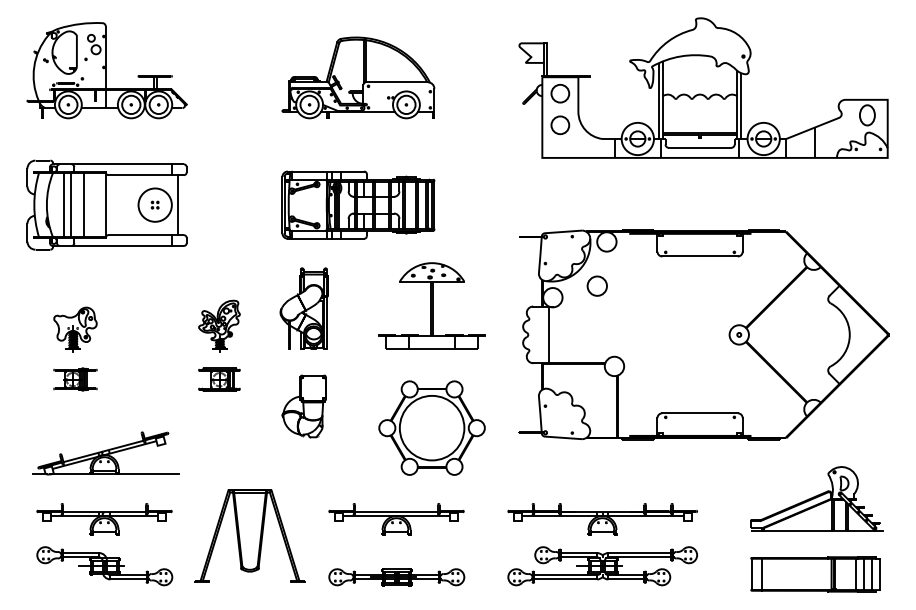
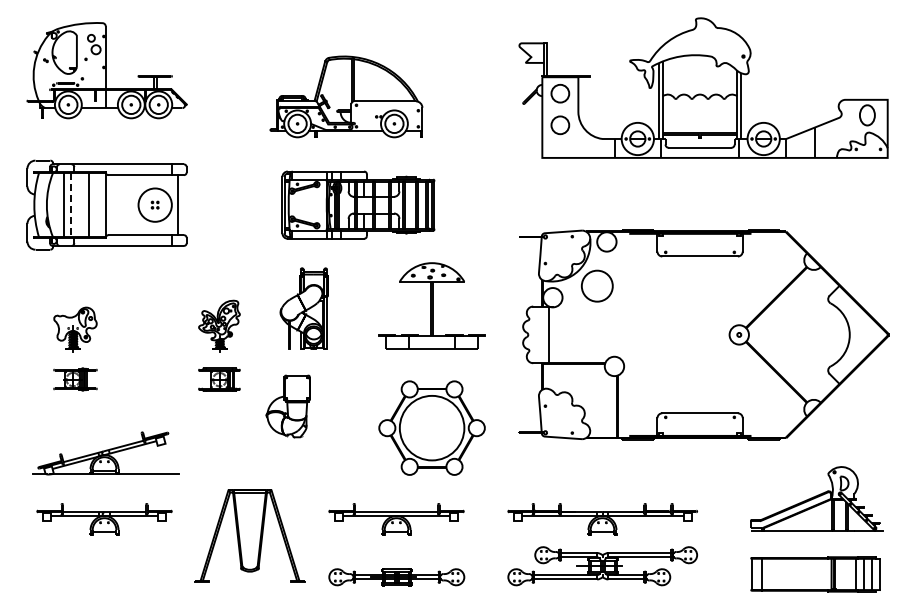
part at (358, 77) position: (358, 77) -> (346, 96)
line at (83, 204) position: (83, 204) -> (88, 204)
line at (71, 205): solid -> dashed
circle at (597, 285) diameter: 19 px -> 31 px
part at (303, 406) position: (303, 406) -> (287, 406)
part at (104, 566): present -> none
